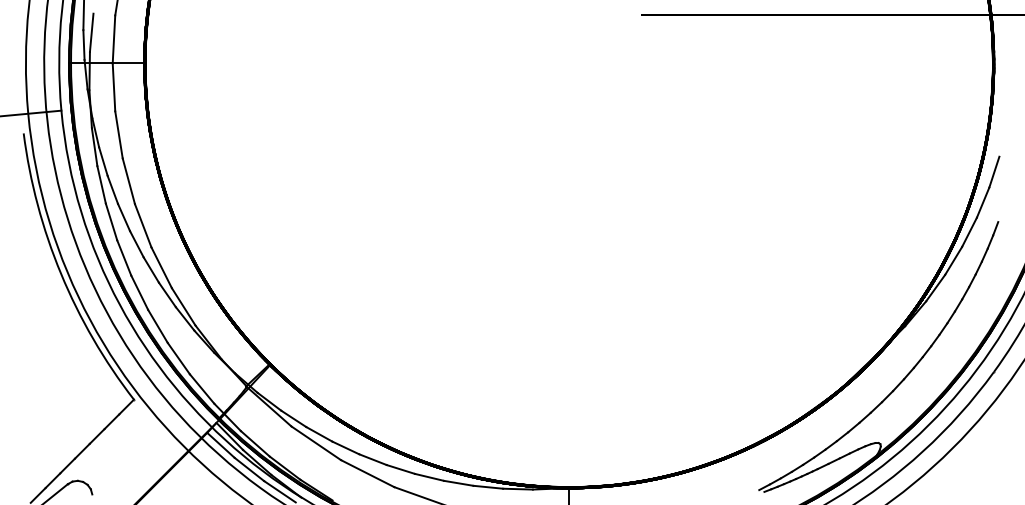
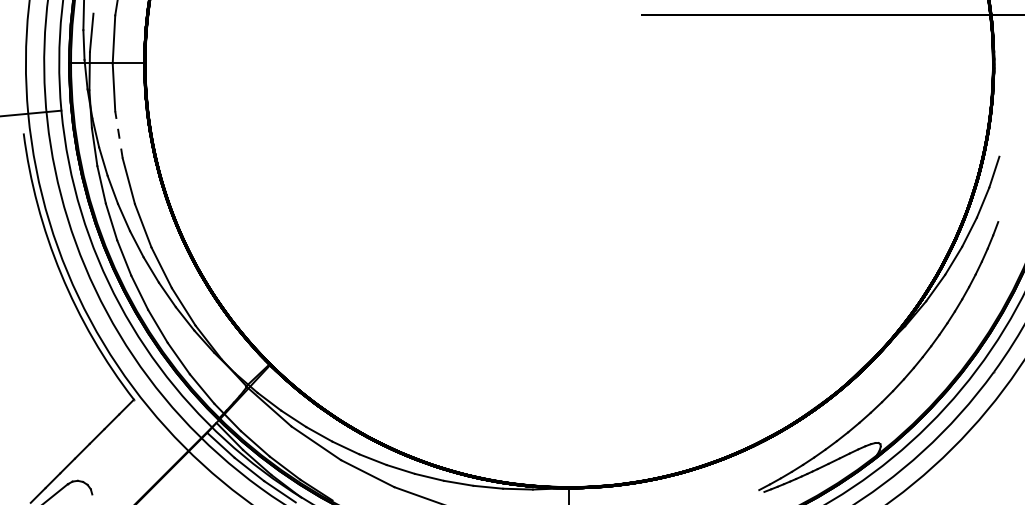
line at (118, 134): solid -> dashed
